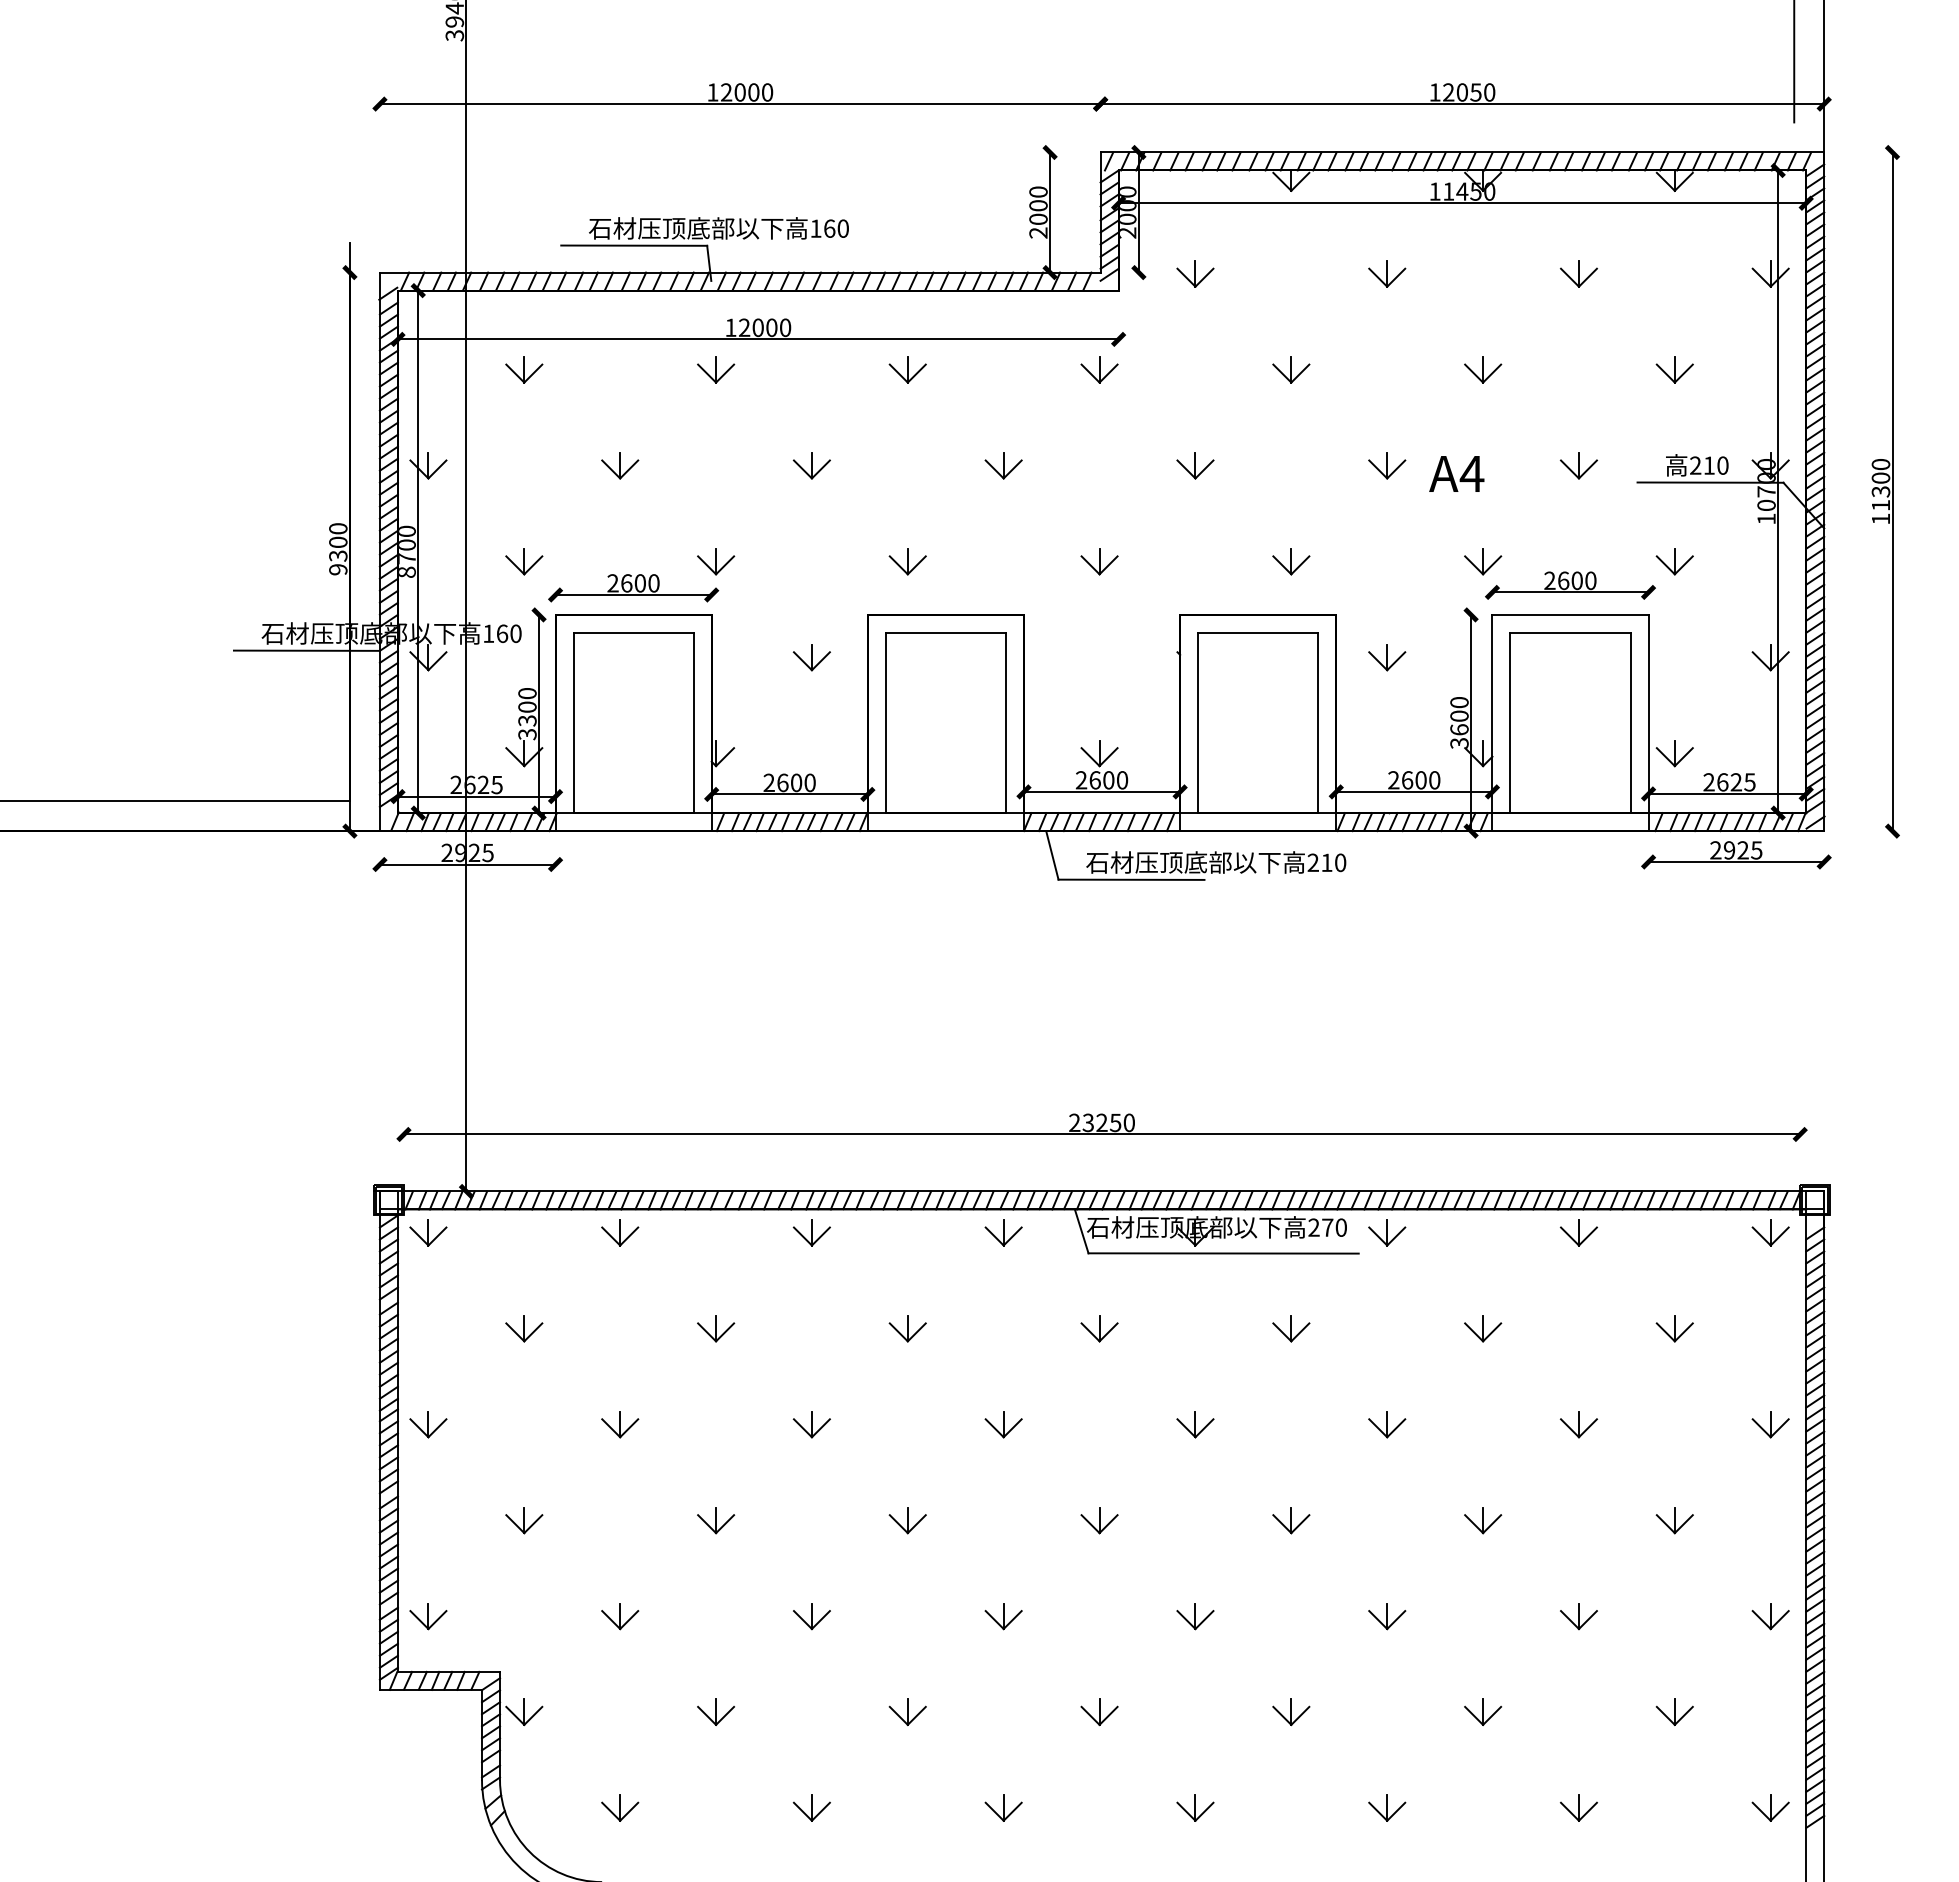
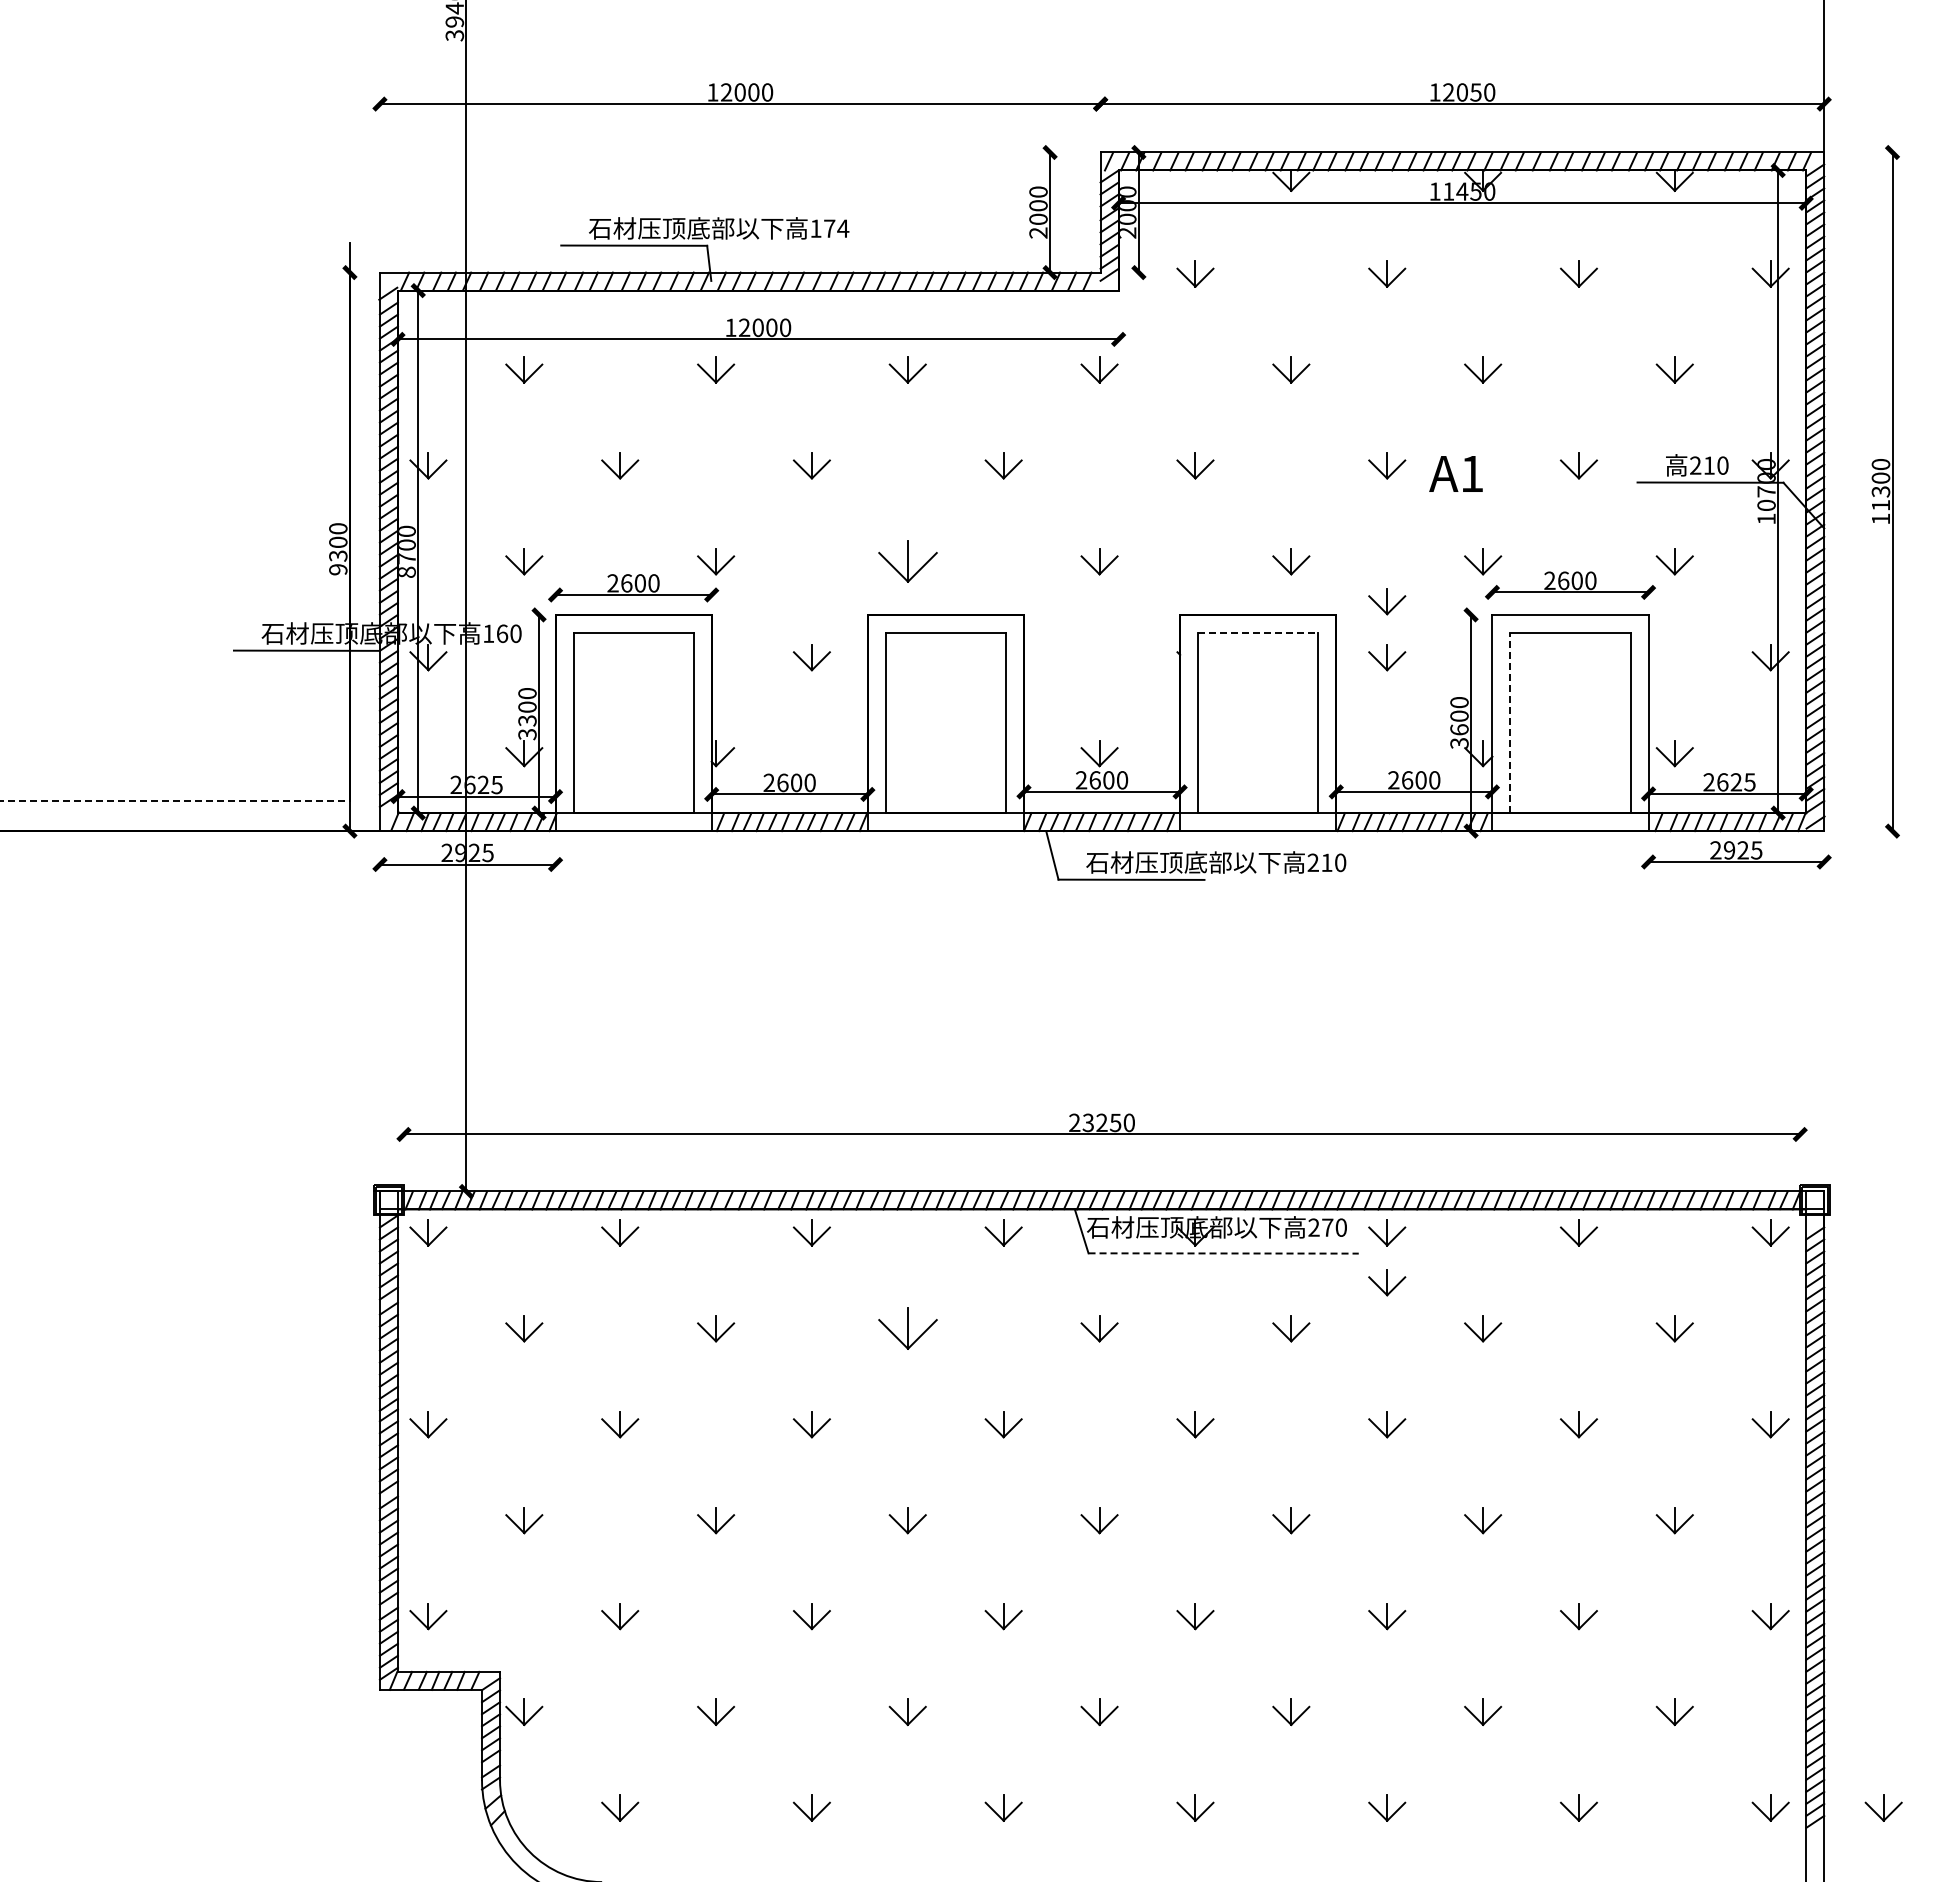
line at (1794, 62): present -> none
text at (836, 228): 160 -> 174
text at (1471, 473): A4 -> A1
part at (907, 561) size: 39x28 px -> 60x43 px
part at (1387, 601): none -> present
line at (1258, 632): solid -> dashed
line at (1510, 722): solid -> dashed
line at (174, 801): solid -> dashed
line at (1224, 1253): solid -> dashed
part at (1387, 1282): none -> present
part at (907, 1328) size: 39x28 px -> 60x43 px
part at (1883, 1807): none -> present
